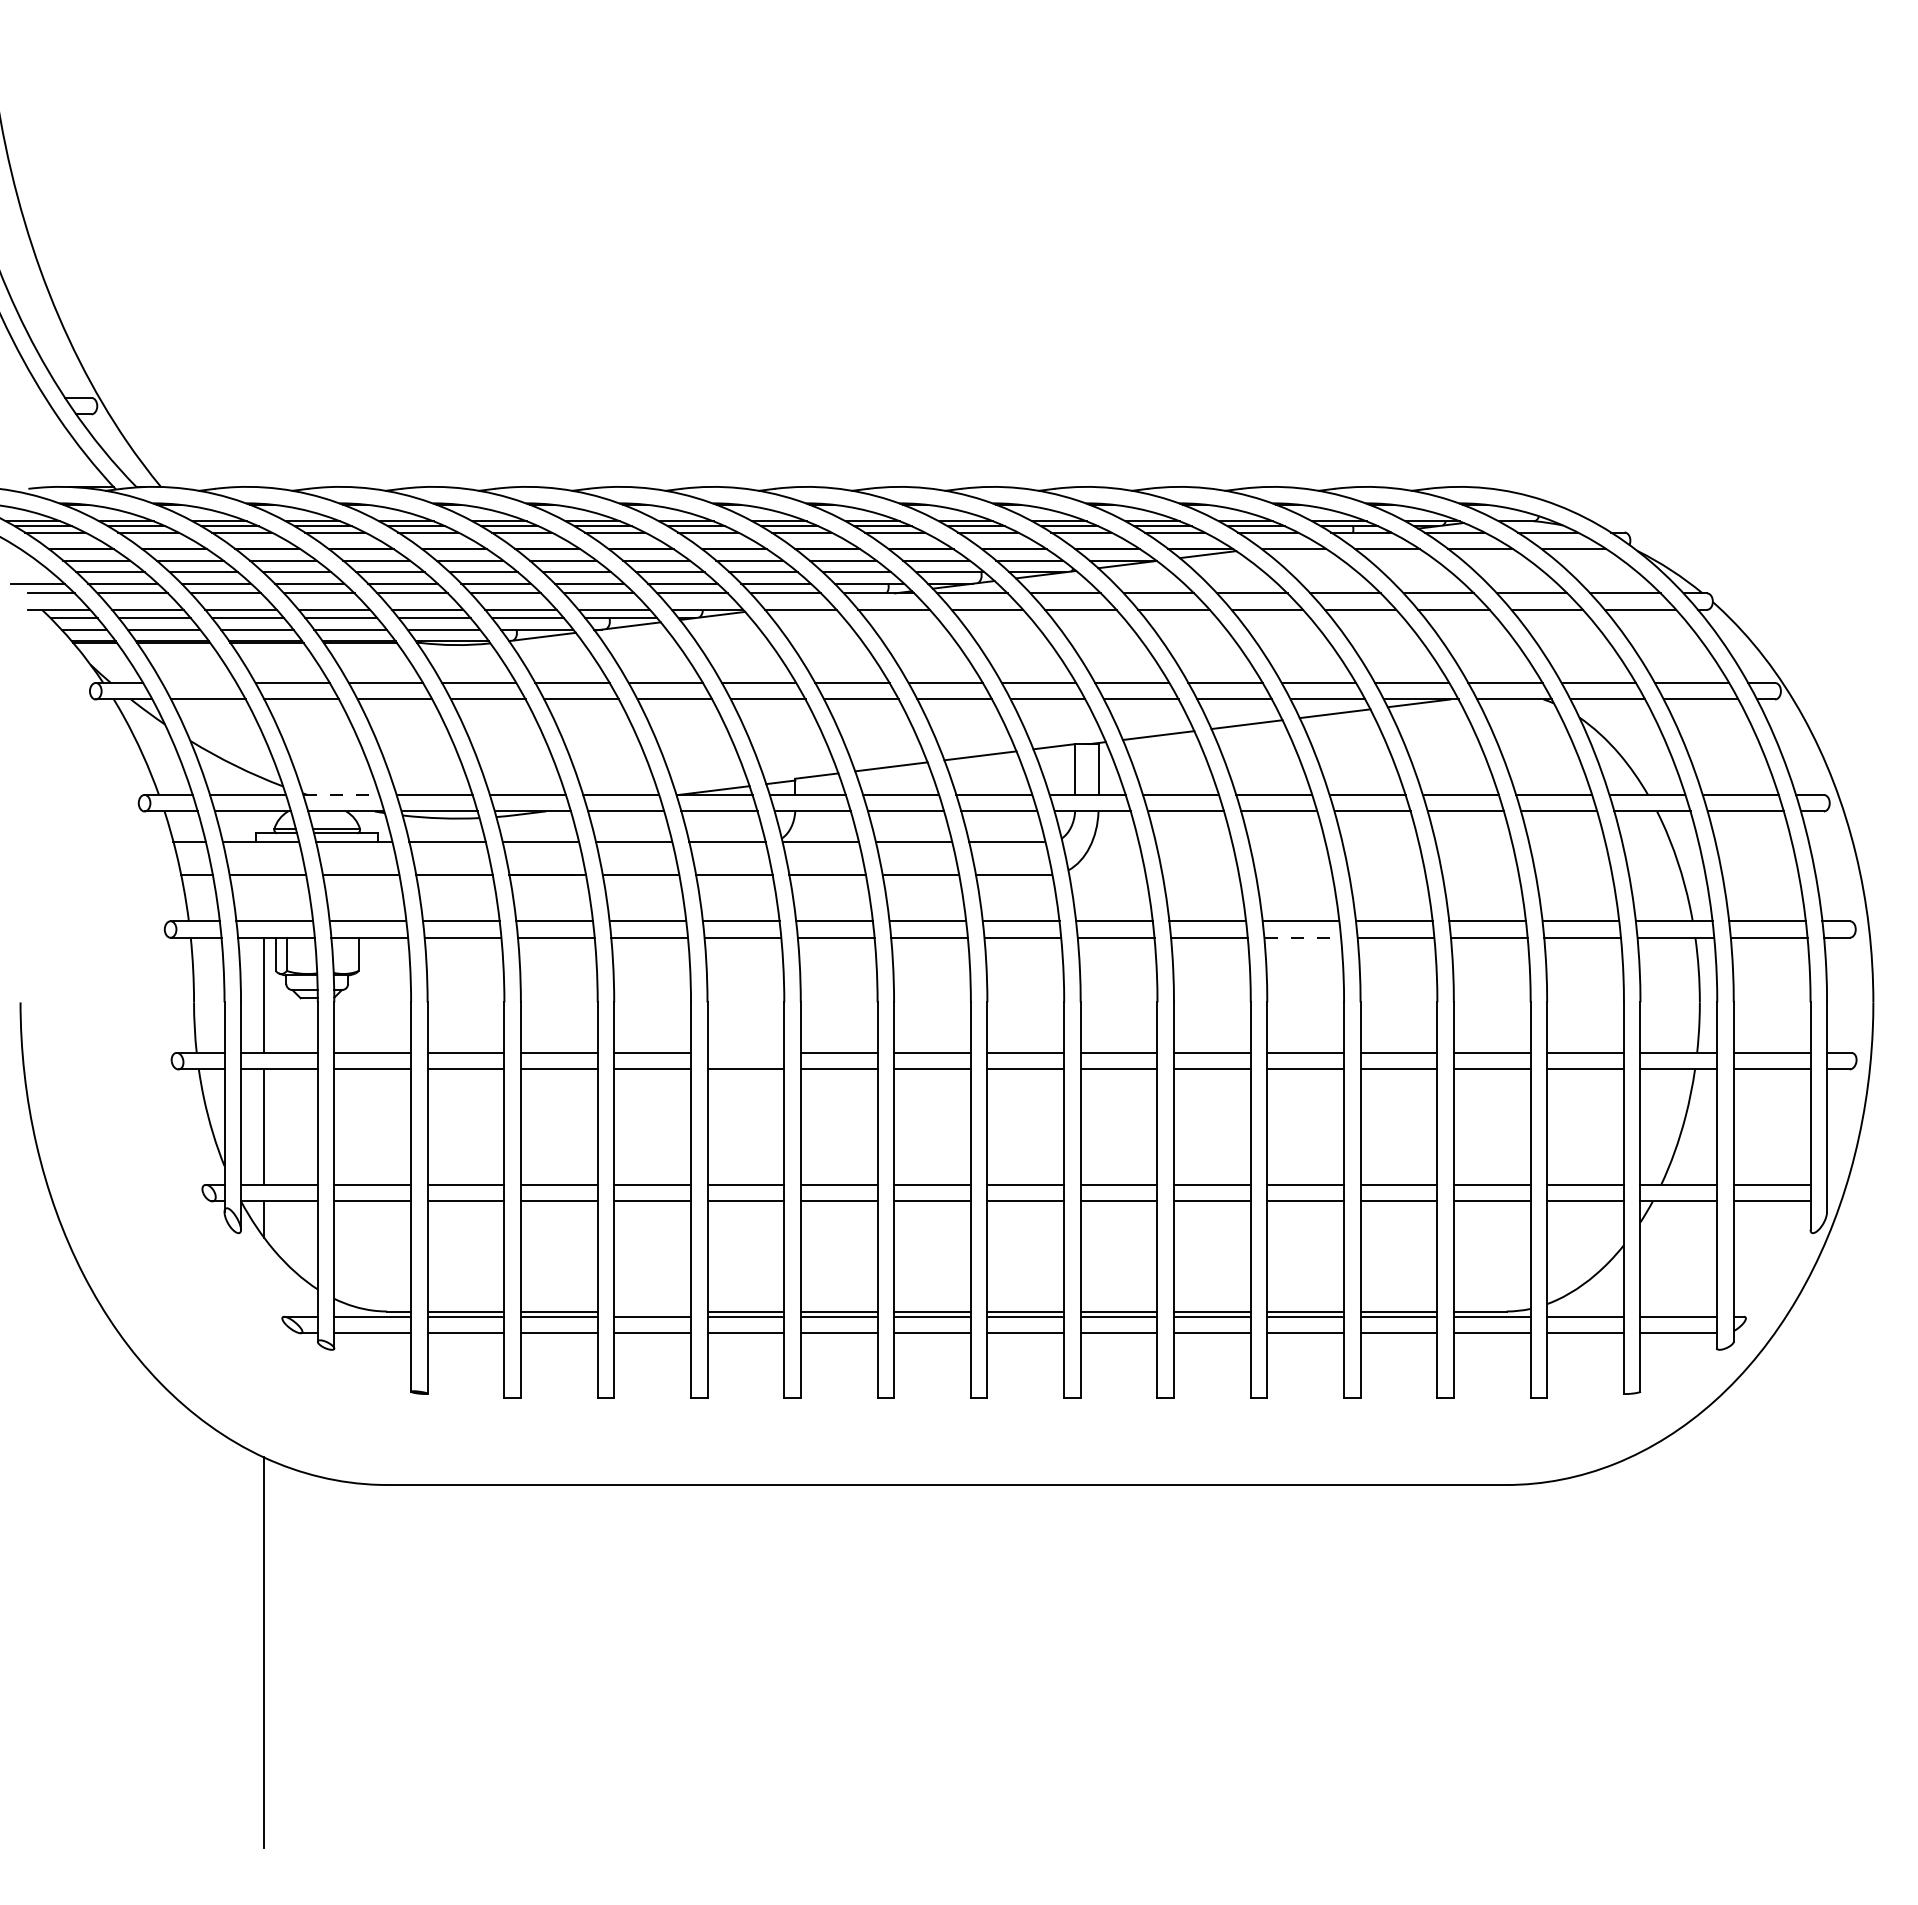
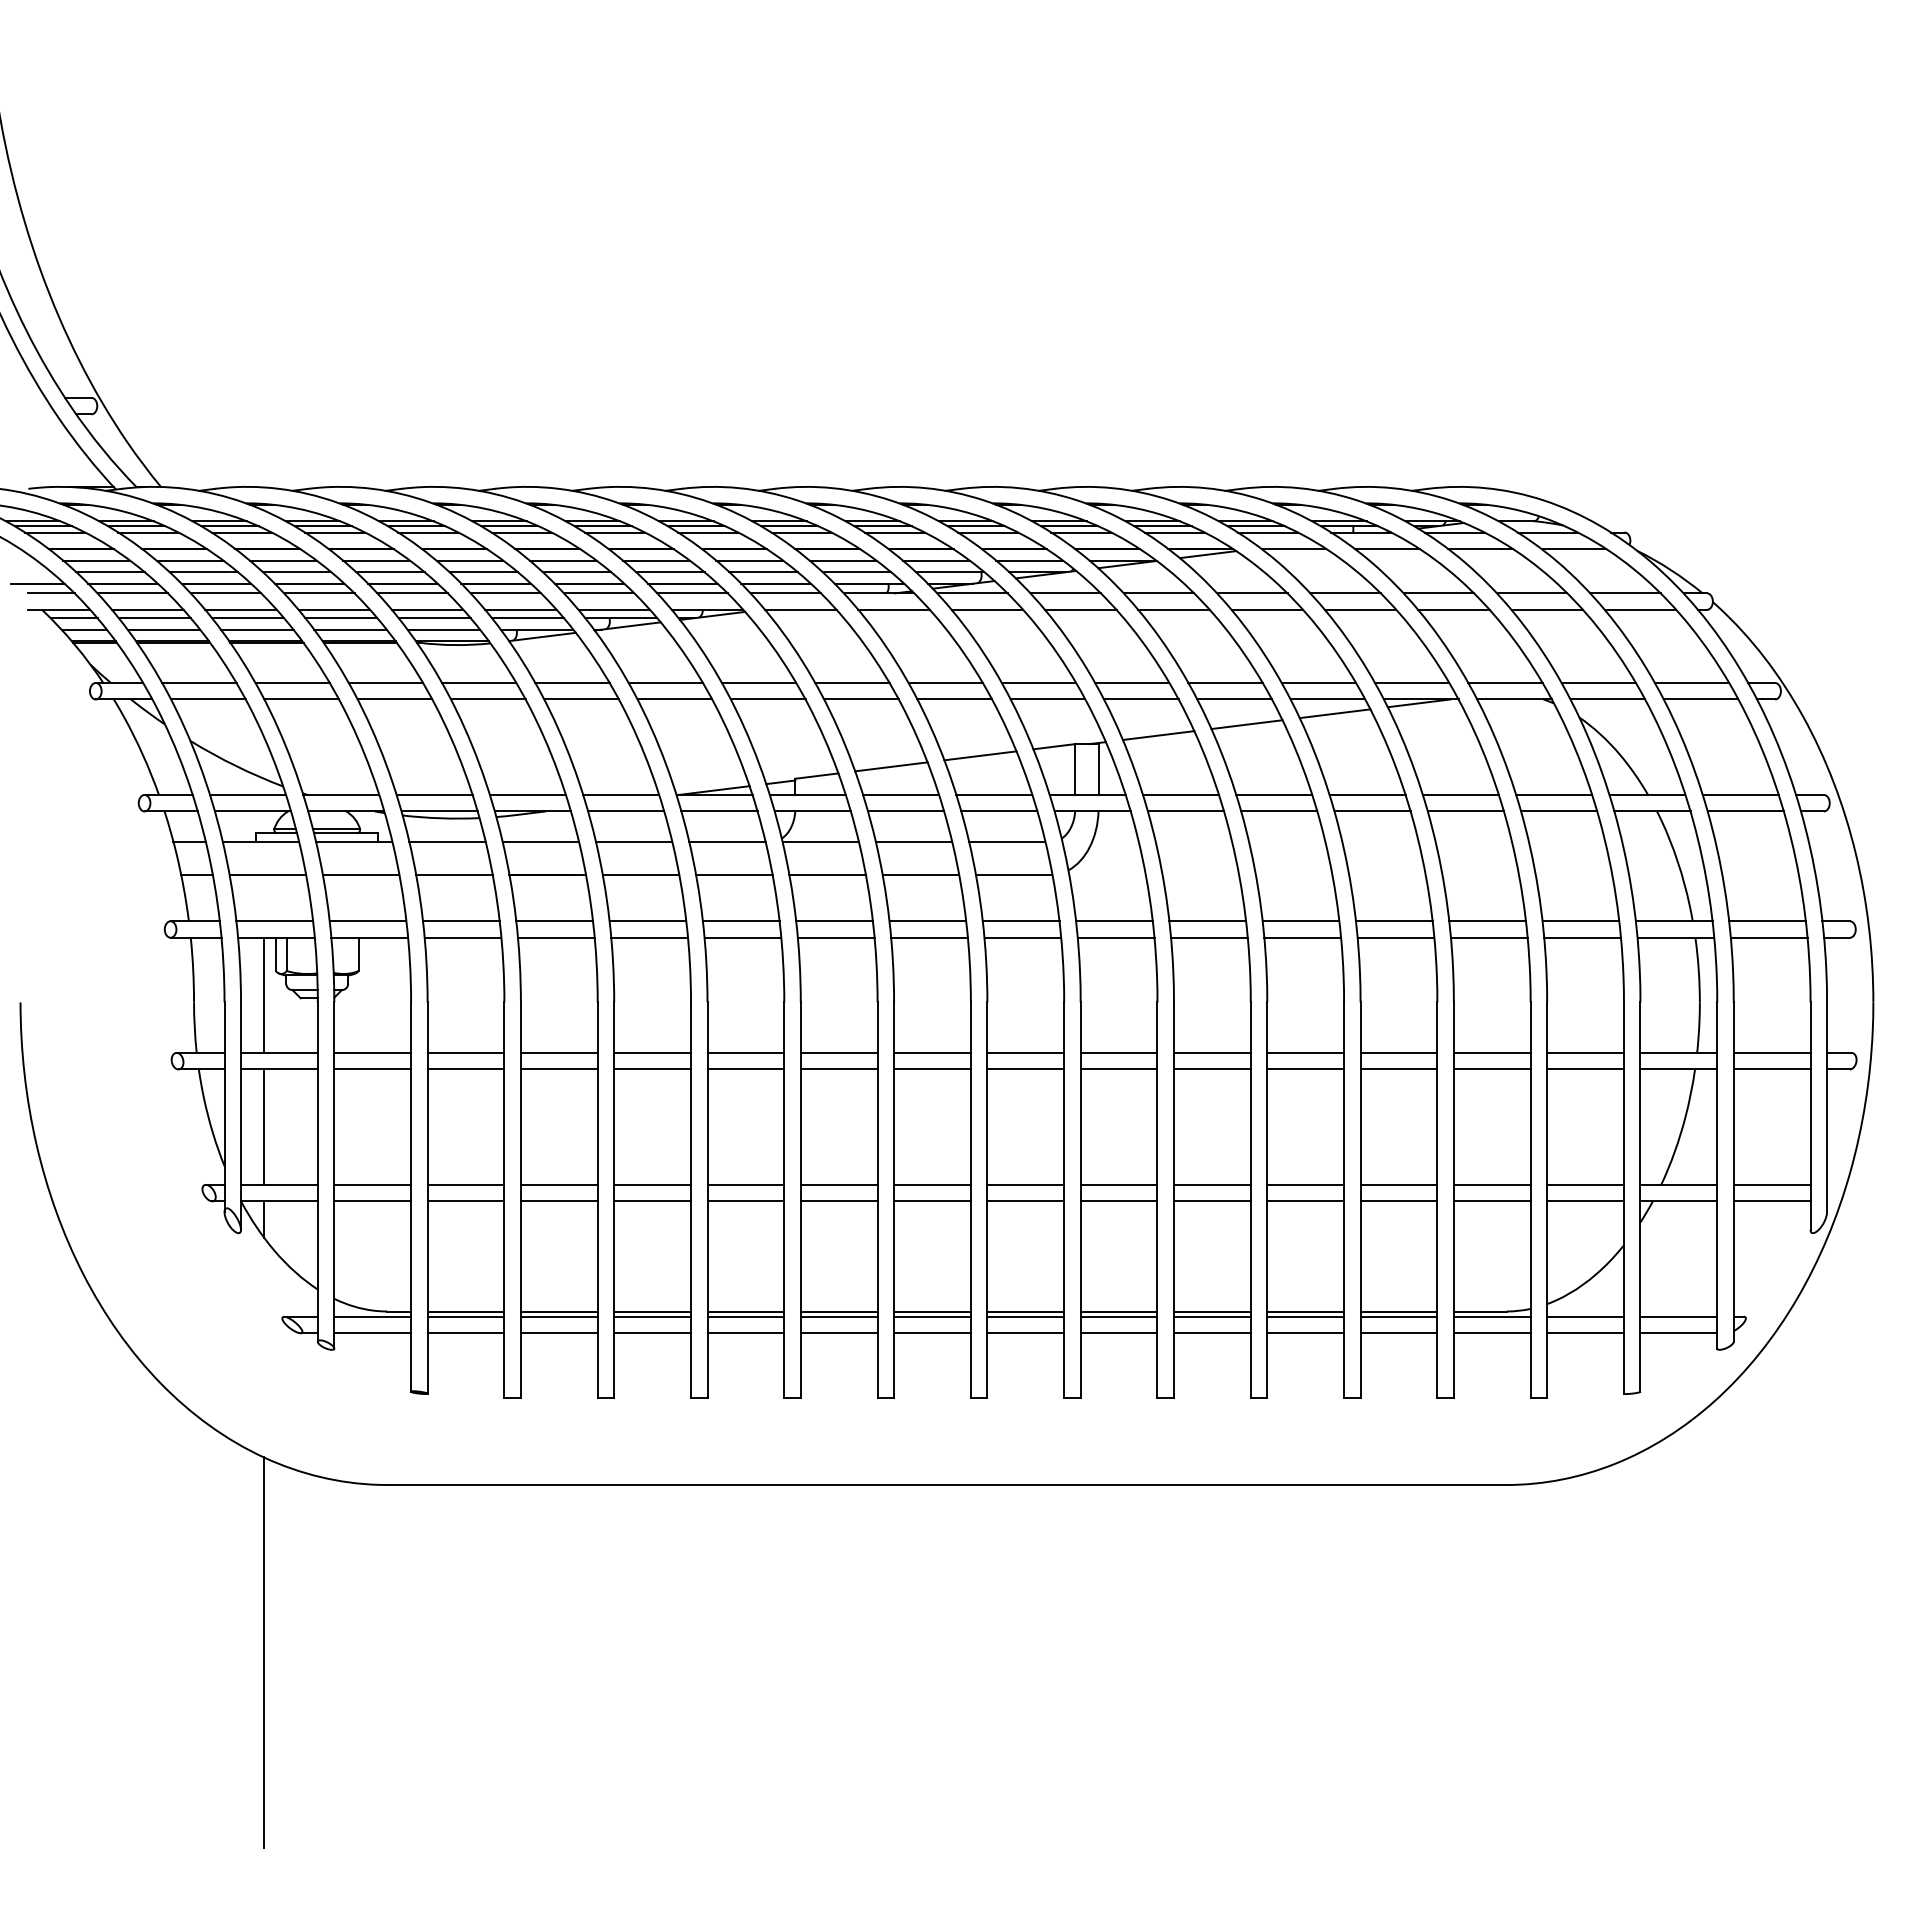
line at (199, 683): none -> present
line at (341, 794): dashed -> solid
line at (1303, 937): dashed -> solid
line at (745, 1052): none -> present
line at (652, 1311): none -> present
